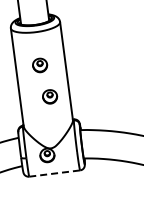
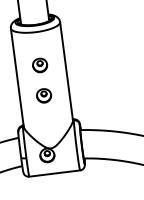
part at (50, 96) position: (50, 96) -> (44, 95)
line at (54, 173): dashed -> solid
